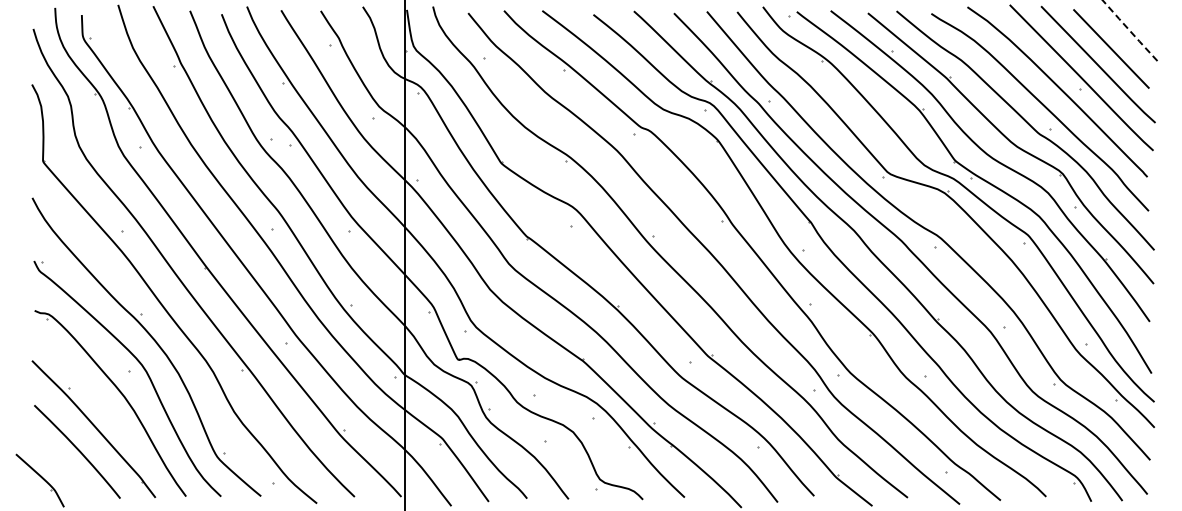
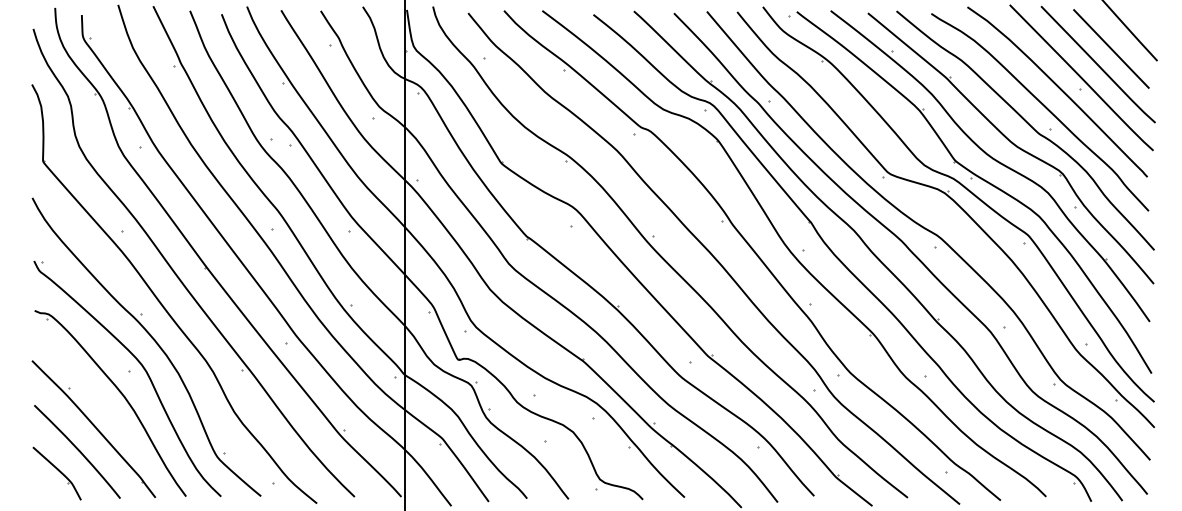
line at (1129, 30): dashed -> solid
part at (39, 480) position: (39, 480) -> (56, 473)
